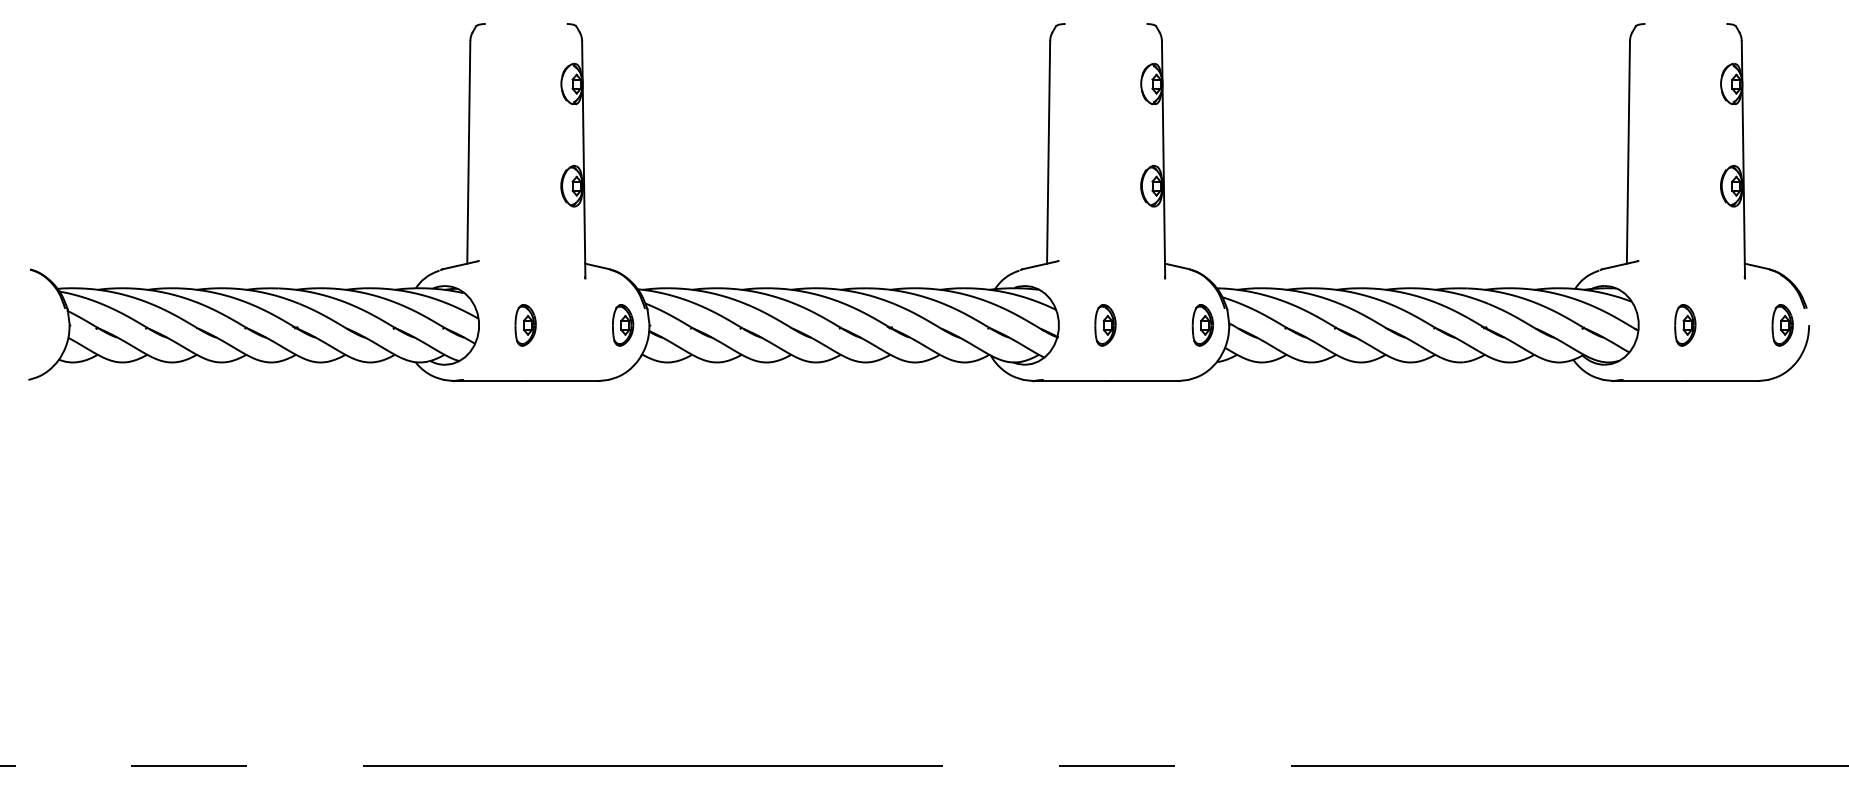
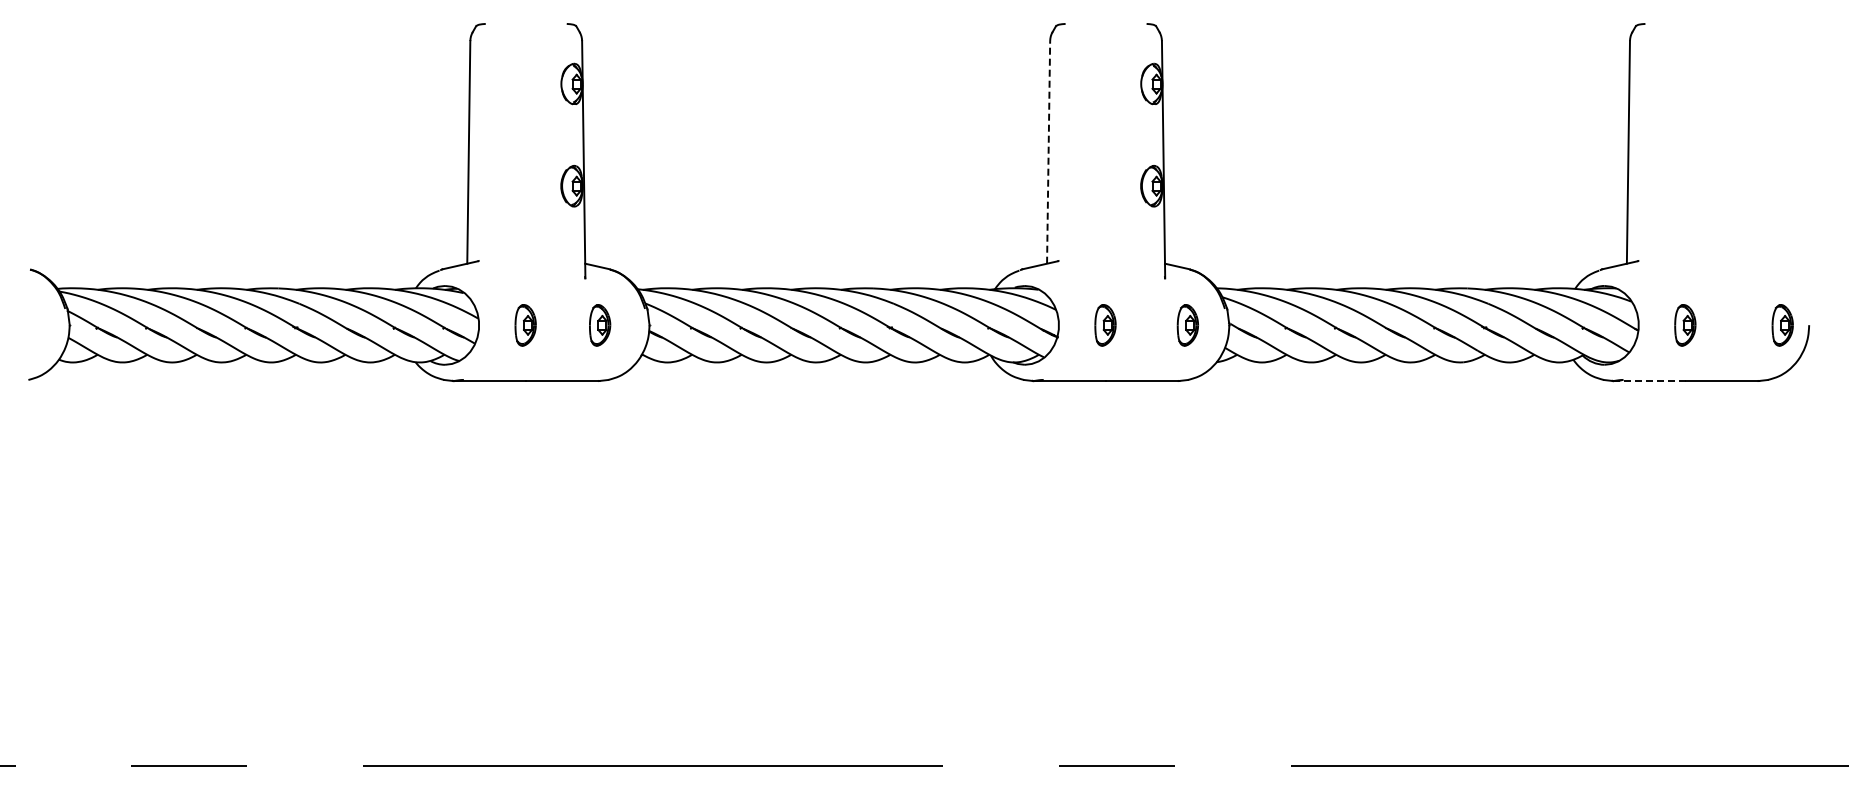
line at (1048, 151): solid -> dashed
part at (1744, 165): present -> none
part at (623, 325) position: (623, 325) -> (600, 325)
part at (1202, 325) position: (1202, 325) -> (1187, 325)
line at (1650, 381): solid -> dashed
